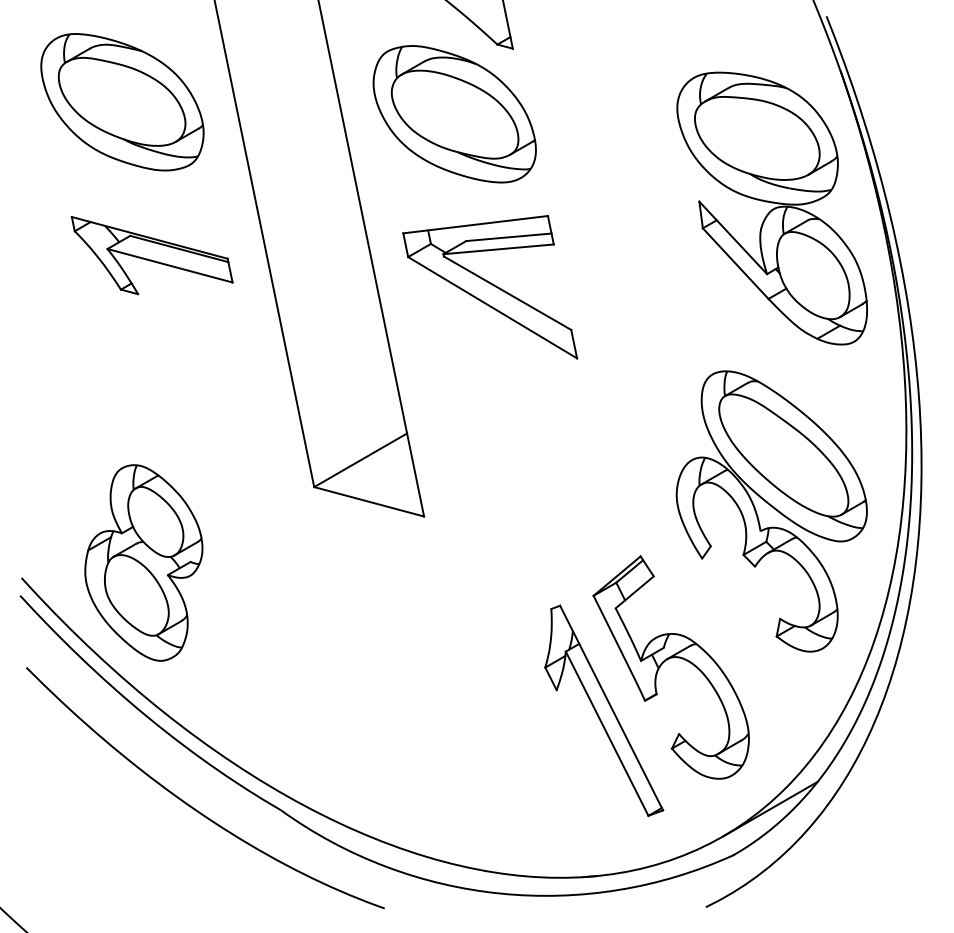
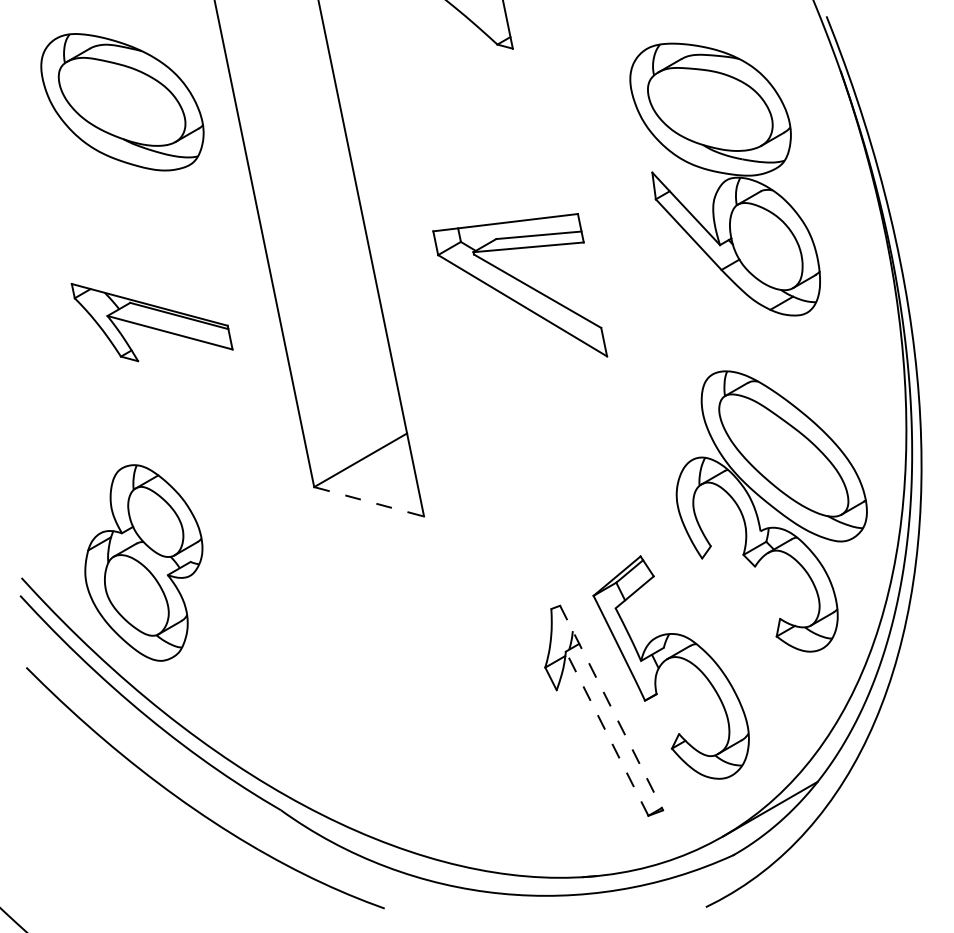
part at (454, 114): present -> none
part at (771, 208) position: (771, 208) -> (724, 179)
part at (151, 255) position: (151, 255) -> (151, 322)
part at (490, 287) position: (490, 287) -> (520, 285)
line at (369, 501): solid -> dashed
line at (611, 708): solid -> dashed
line at (607, 733): solid -> dashed
